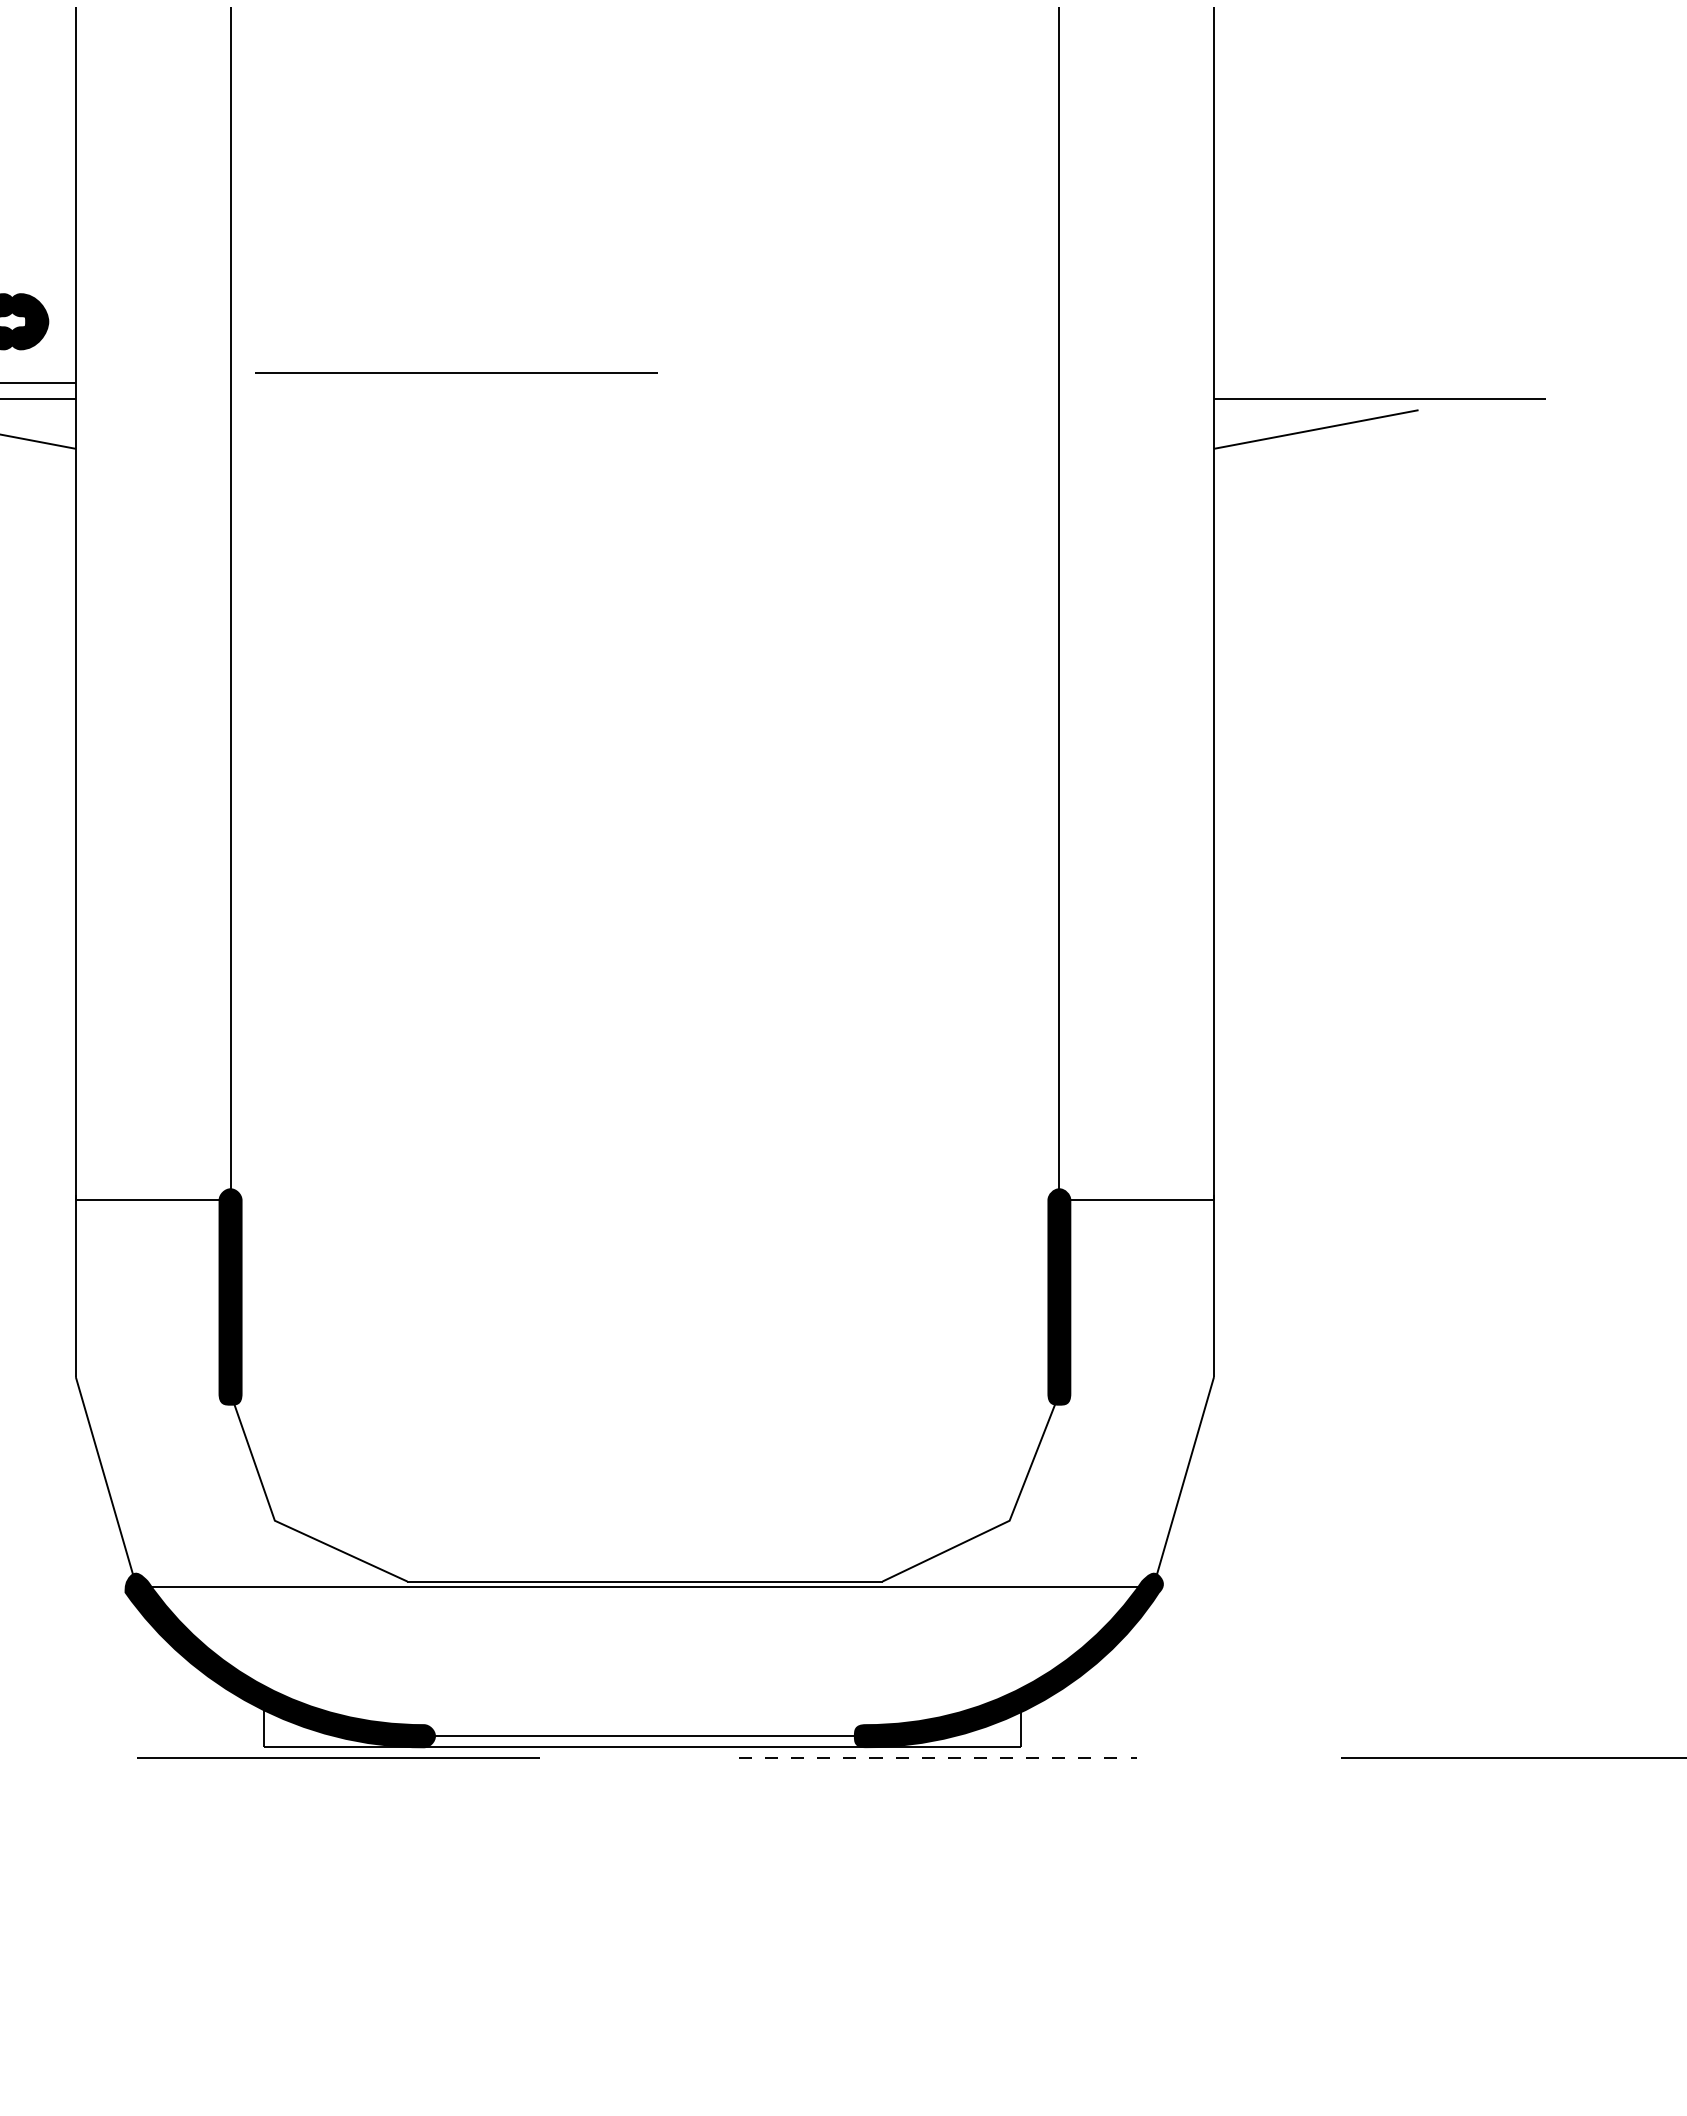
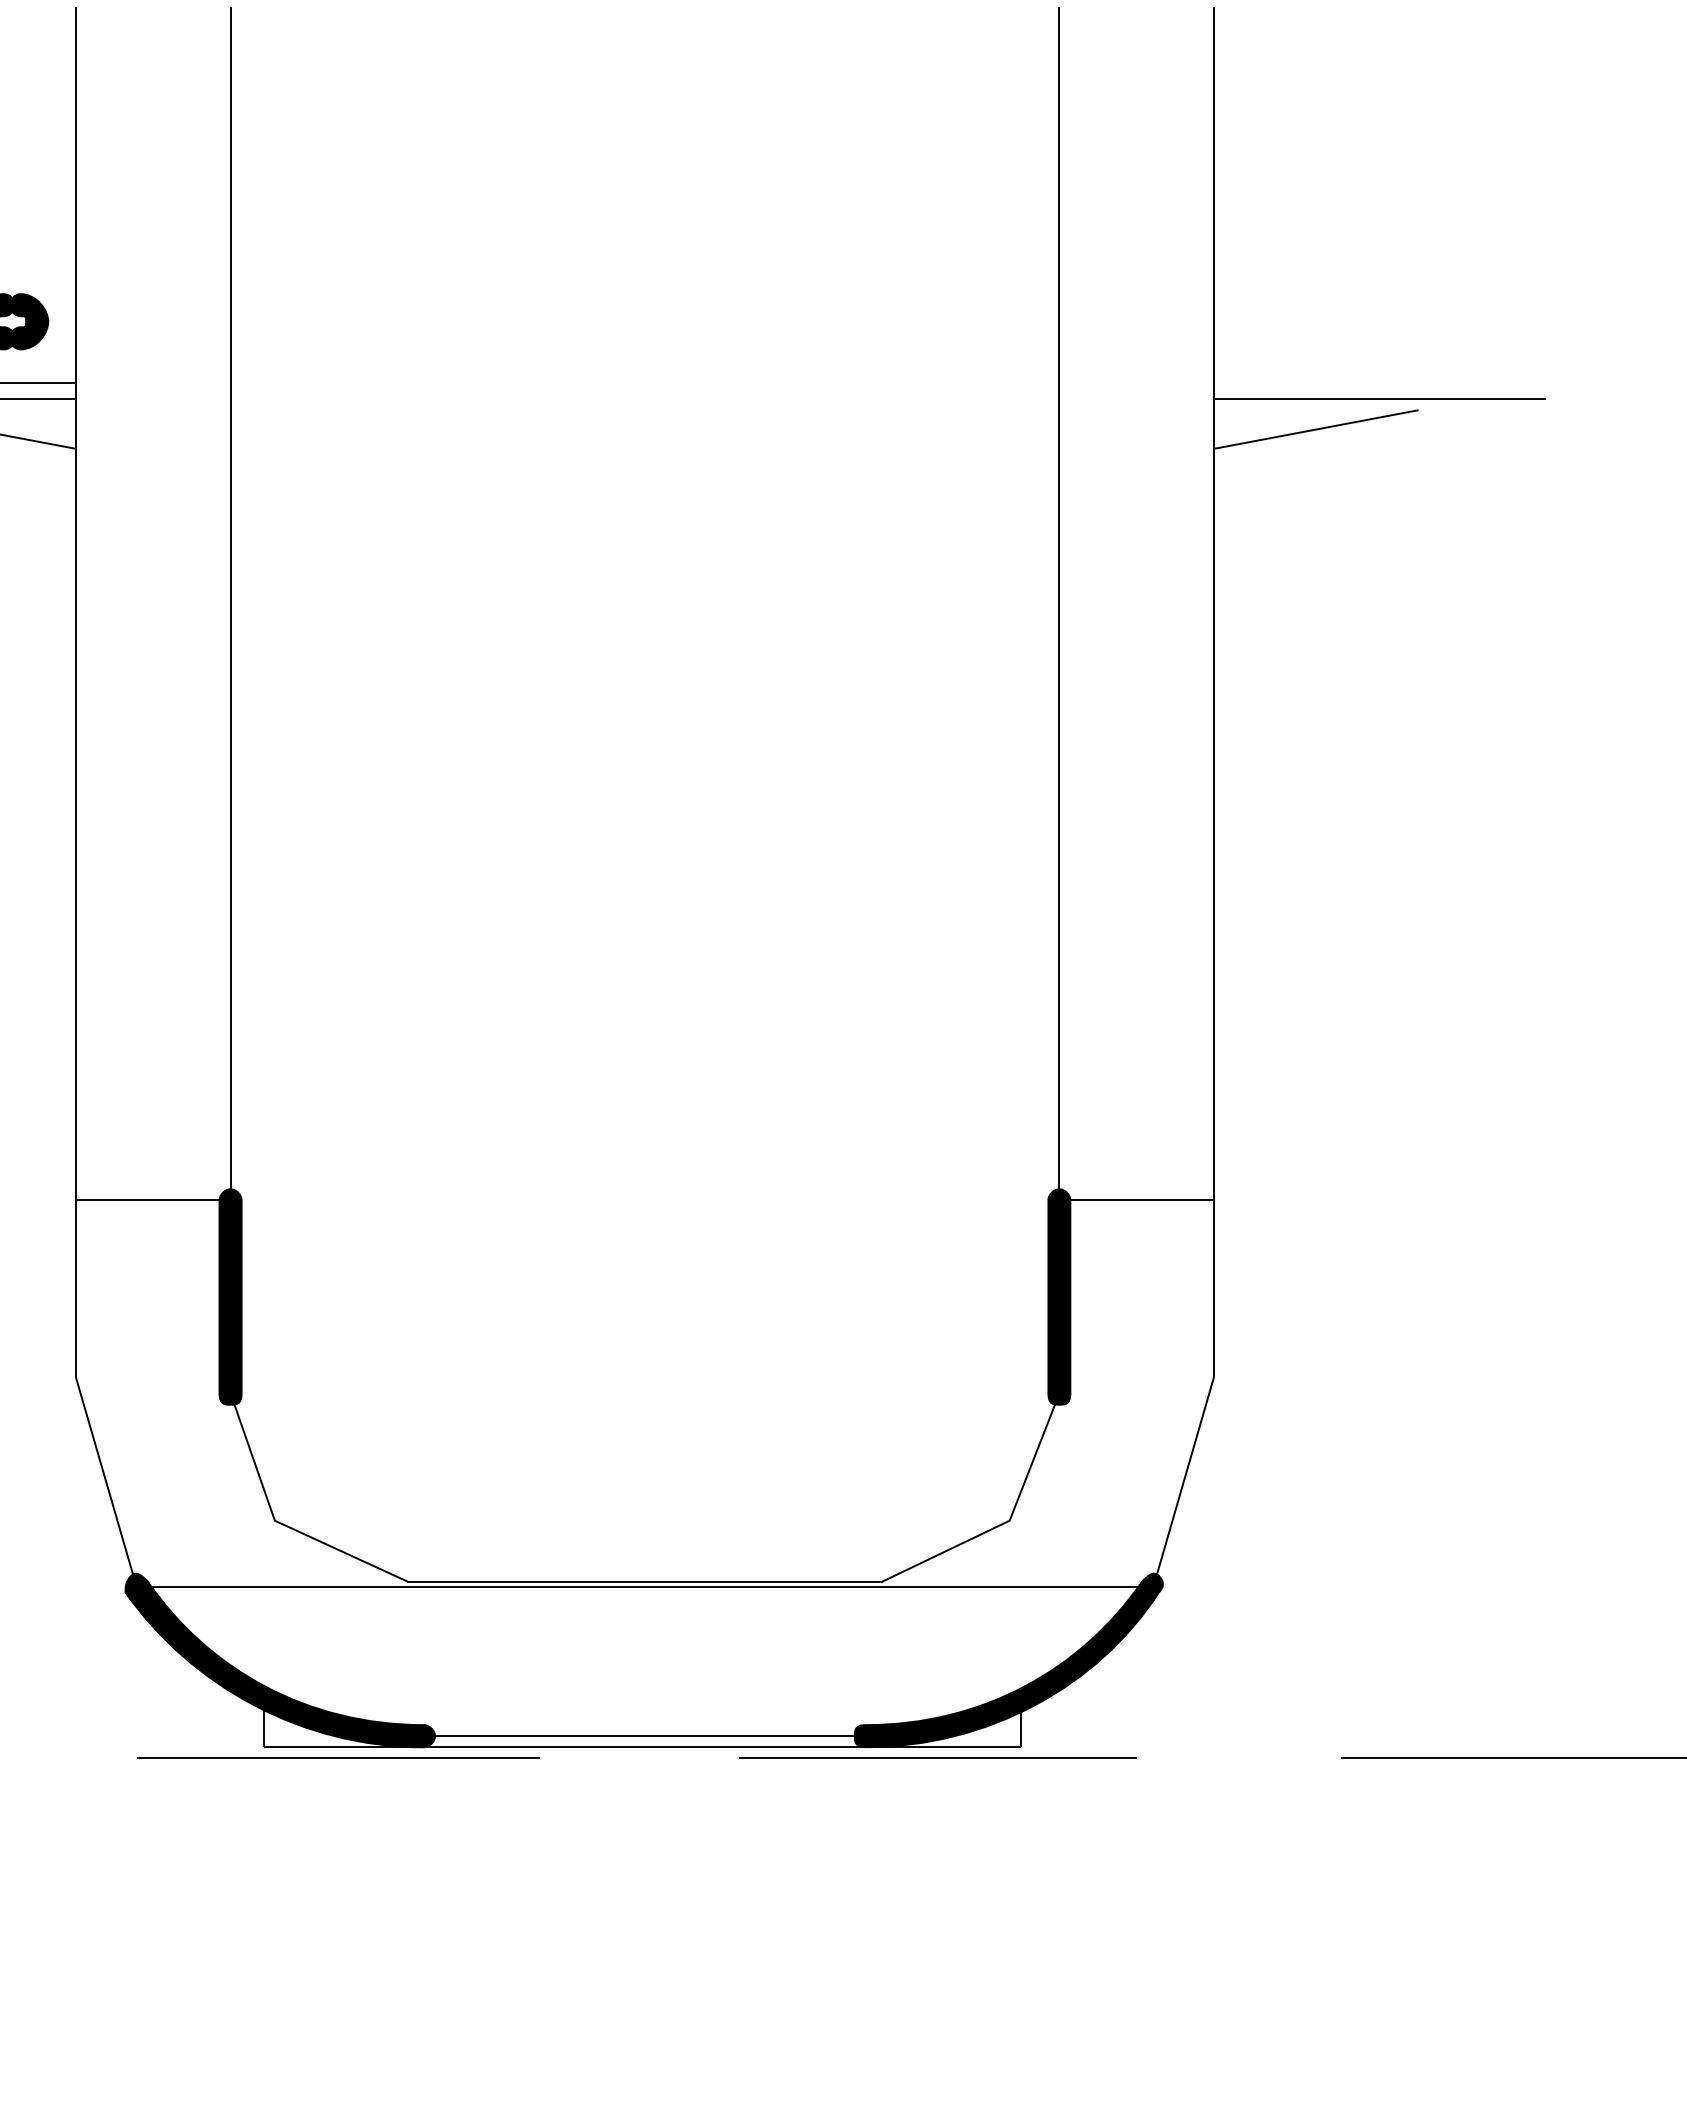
line at (456, 372): present -> none
line at (937, 1758): dashed -> solid
